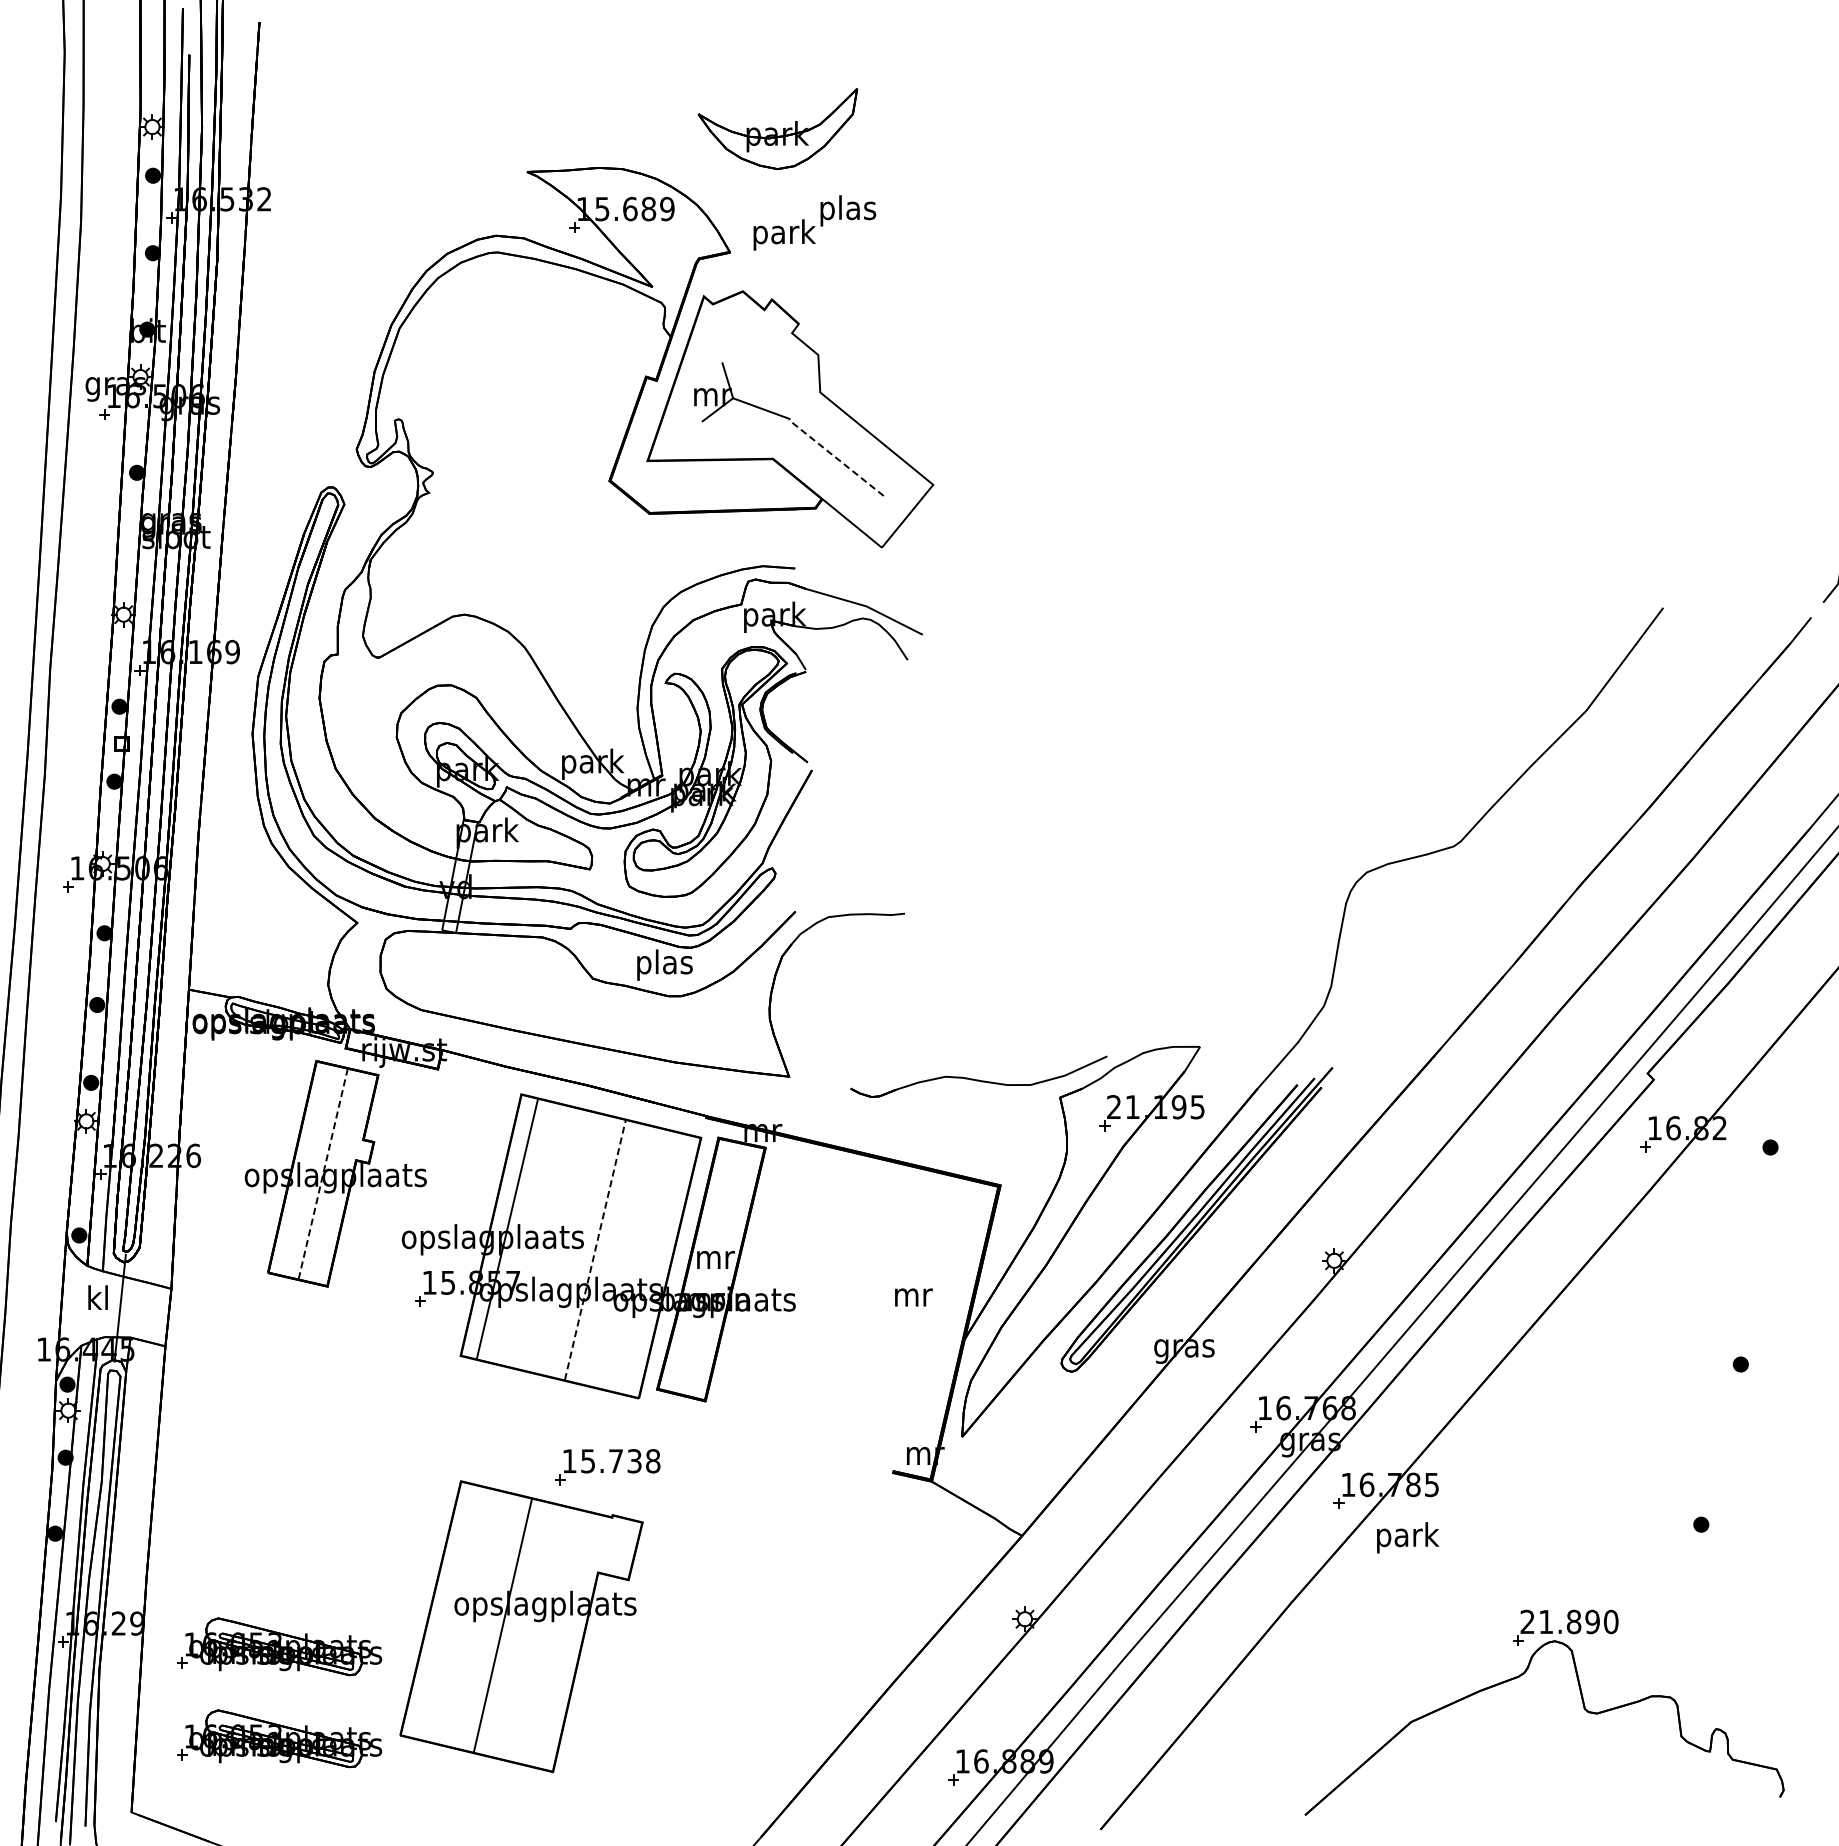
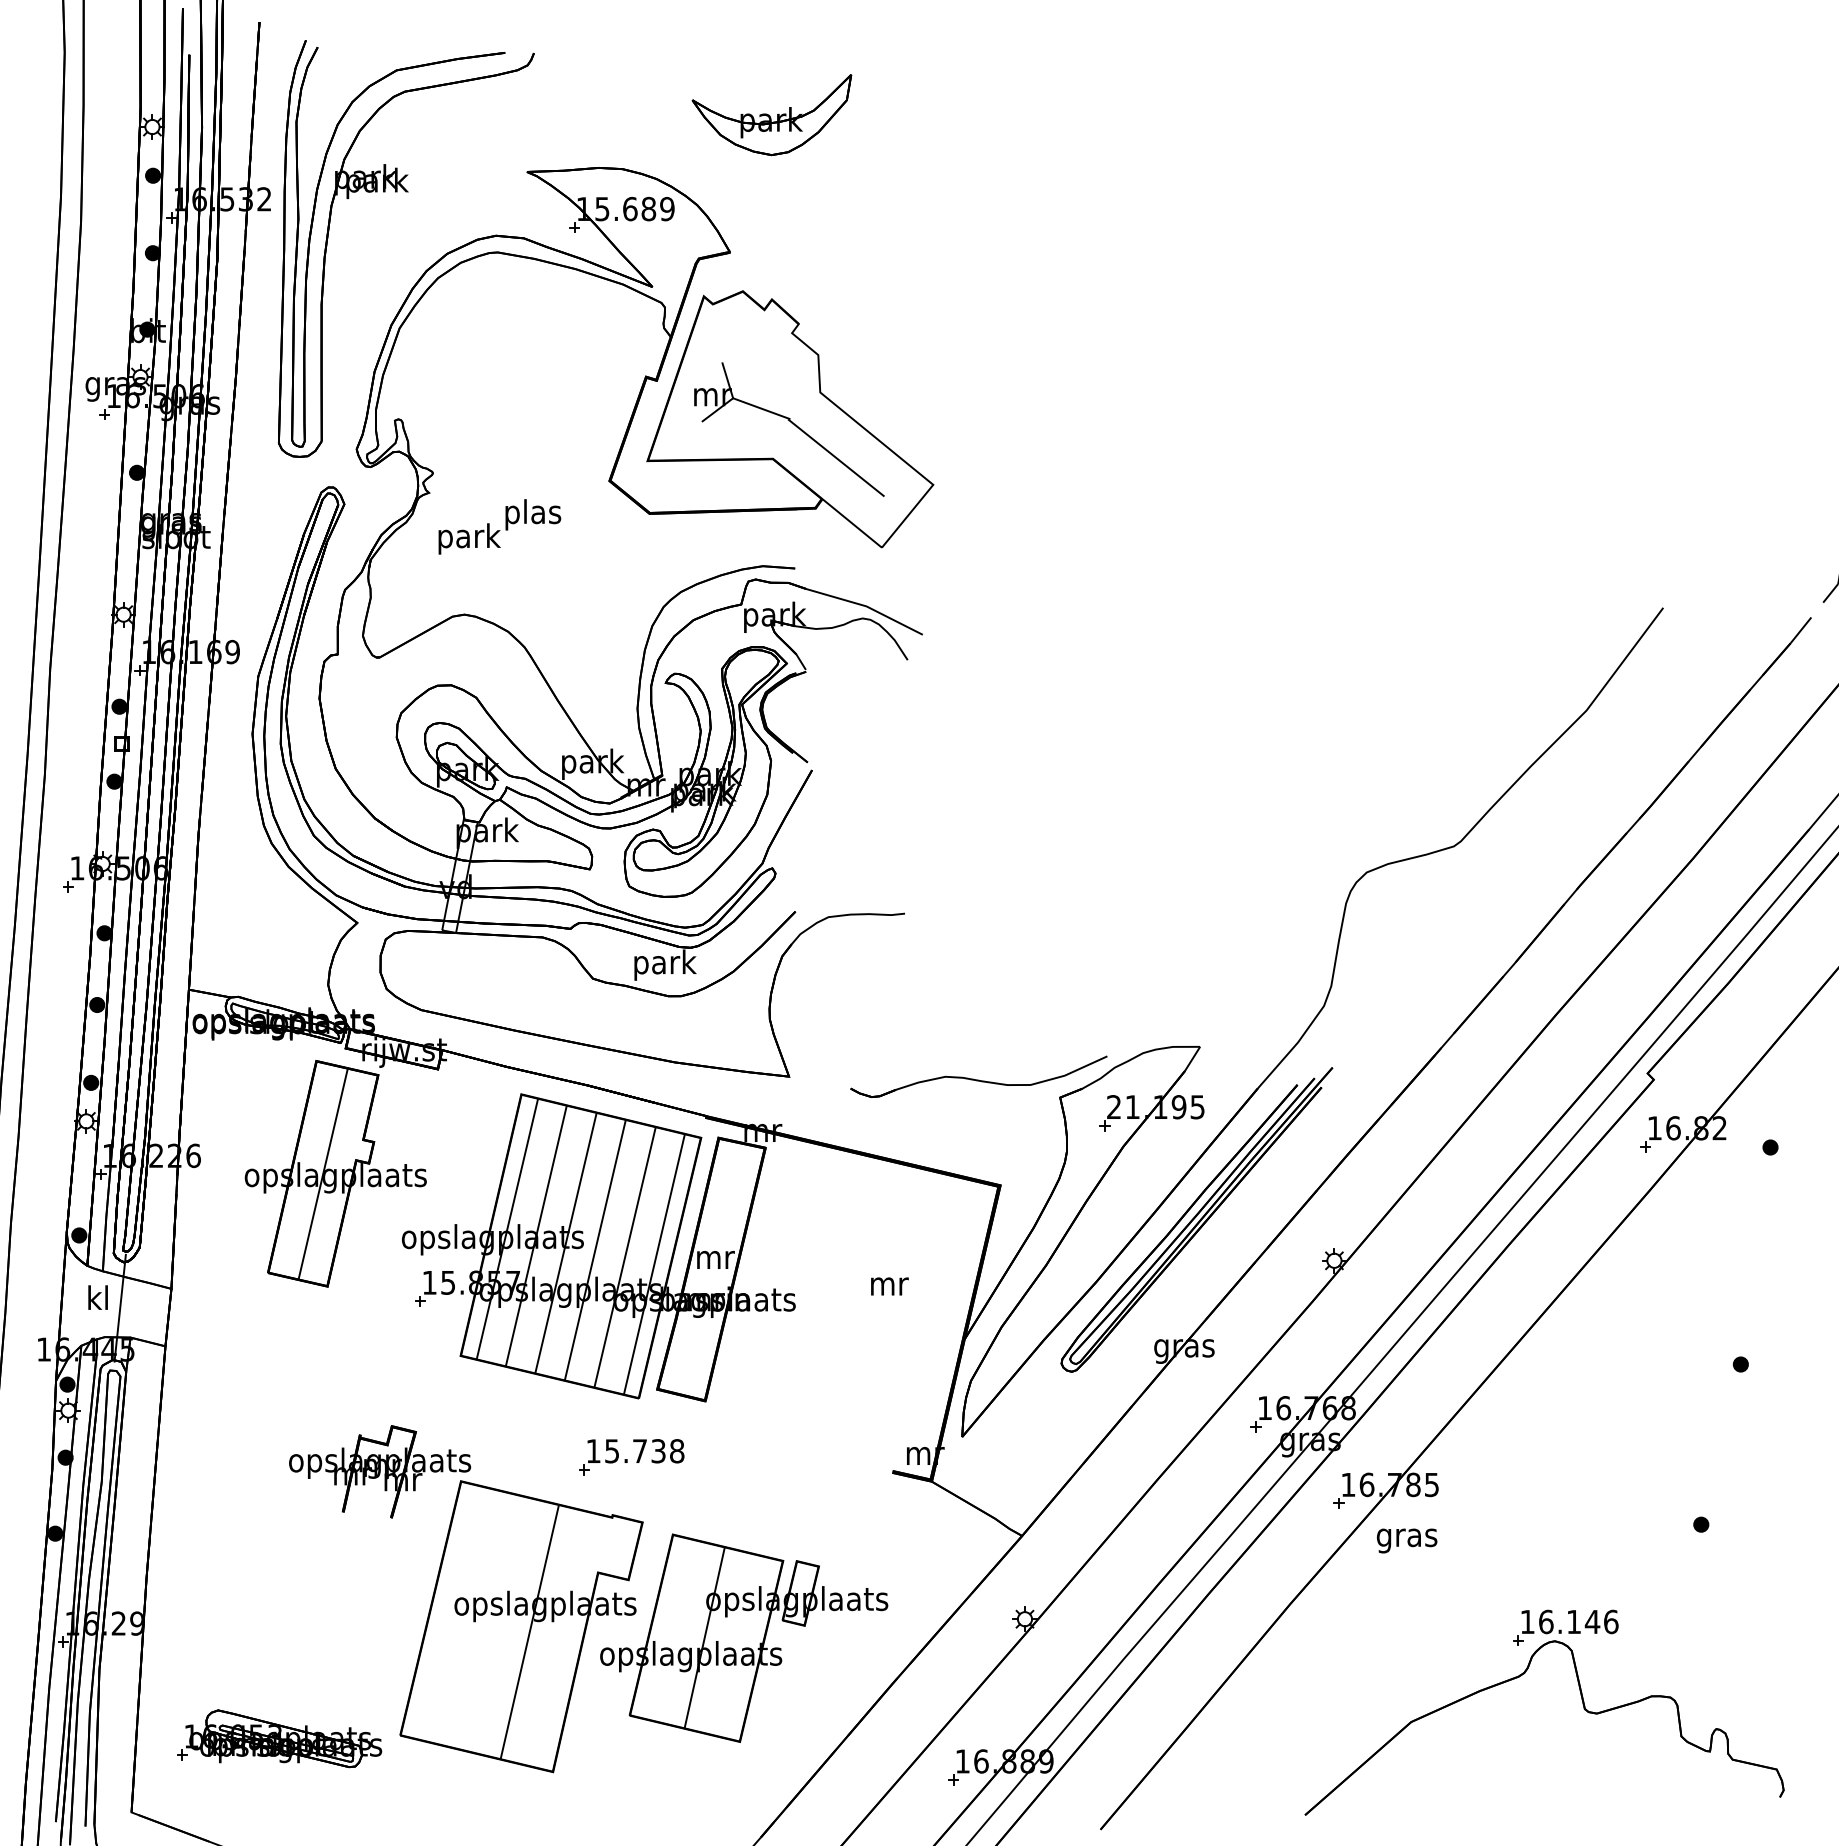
part at (777, 129) position: (777, 129) -> (771, 115)
part at (406, 192): none -> present
text at (814, 222) position: (814, 222) -> (499, 526)
line at (836, 457): dashed -> solid
text at (665, 964): plas -> park
line at (323, 1174): dashed -> solid
line at (535, 1235): none -> present
line at (565, 1242): none -> present
line at (595, 1249): dashed -> solid
line at (624, 1257): none -> present
line at (654, 1264): none -> present
text at (913, 1297) position: (913, 1297) -> (889, 1286)
part at (607, 1467) position: (607, 1467) -> (631, 1457)
part at (380, 1471): none -> present
text at (1407, 1537): park -> gras
text at (1569, 1621): 21.890 -> 16.146
line at (502, 1625) position: (502, 1625) -> (529, 1631)
part at (744, 1637): none -> present
part at (279, 1646): present -> none
